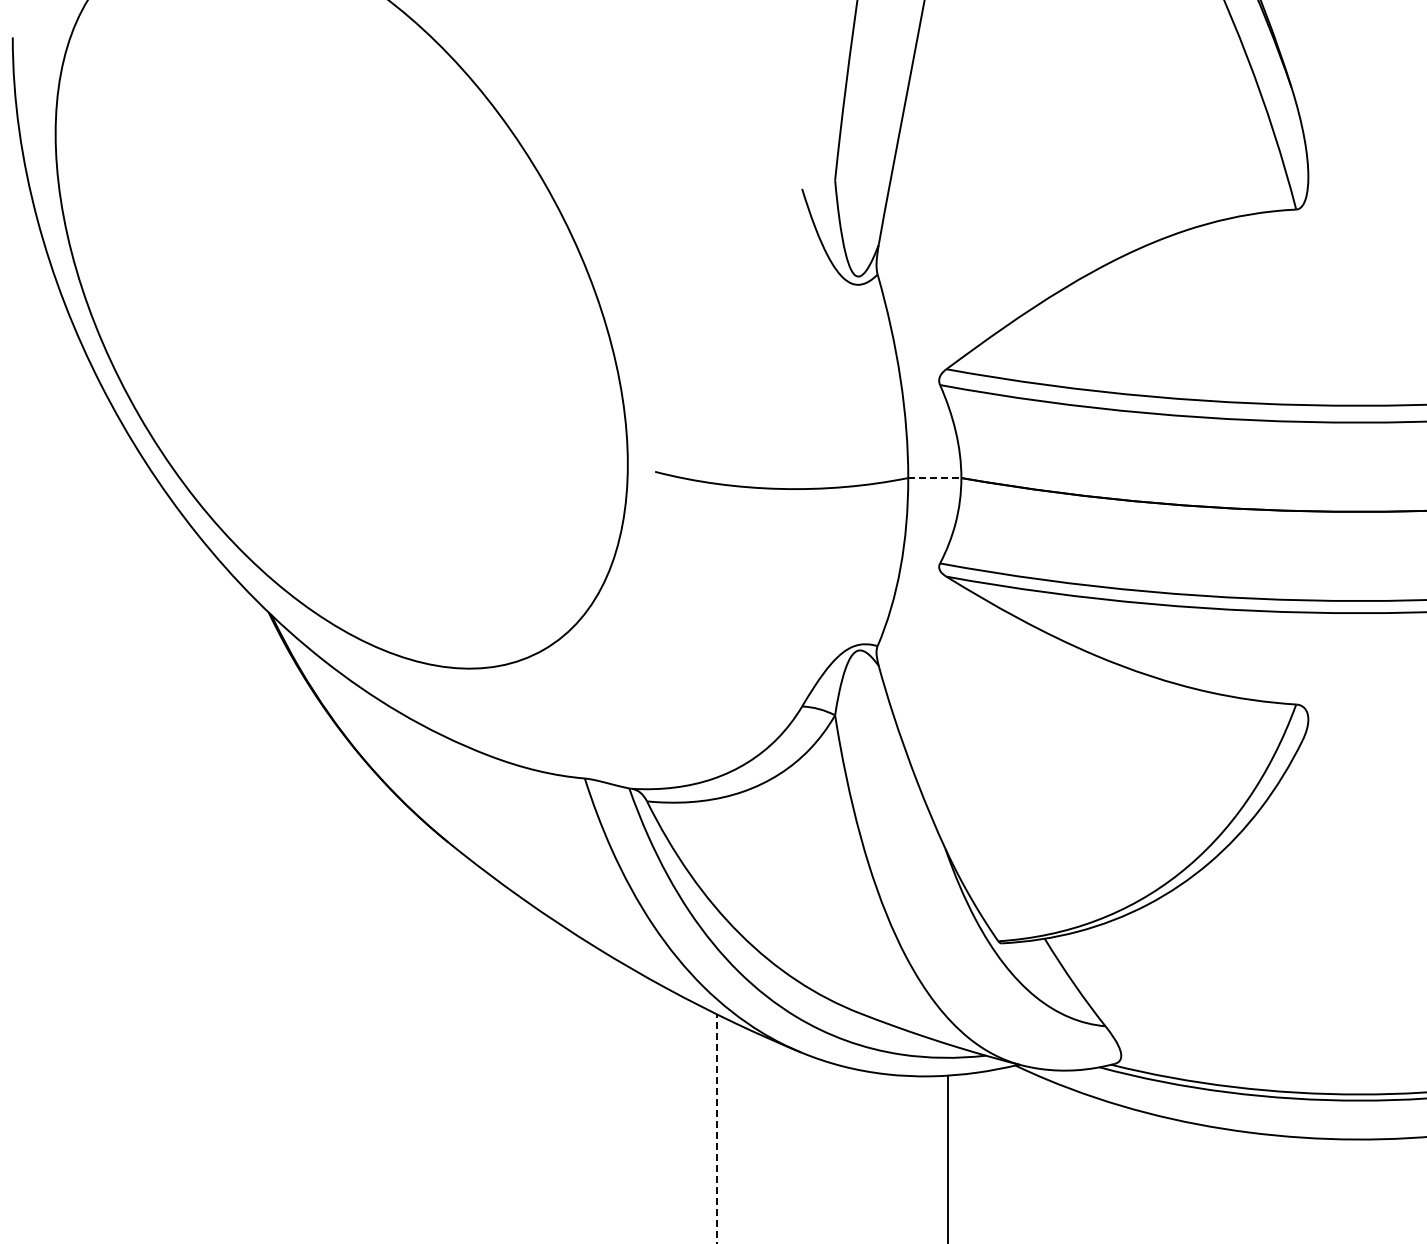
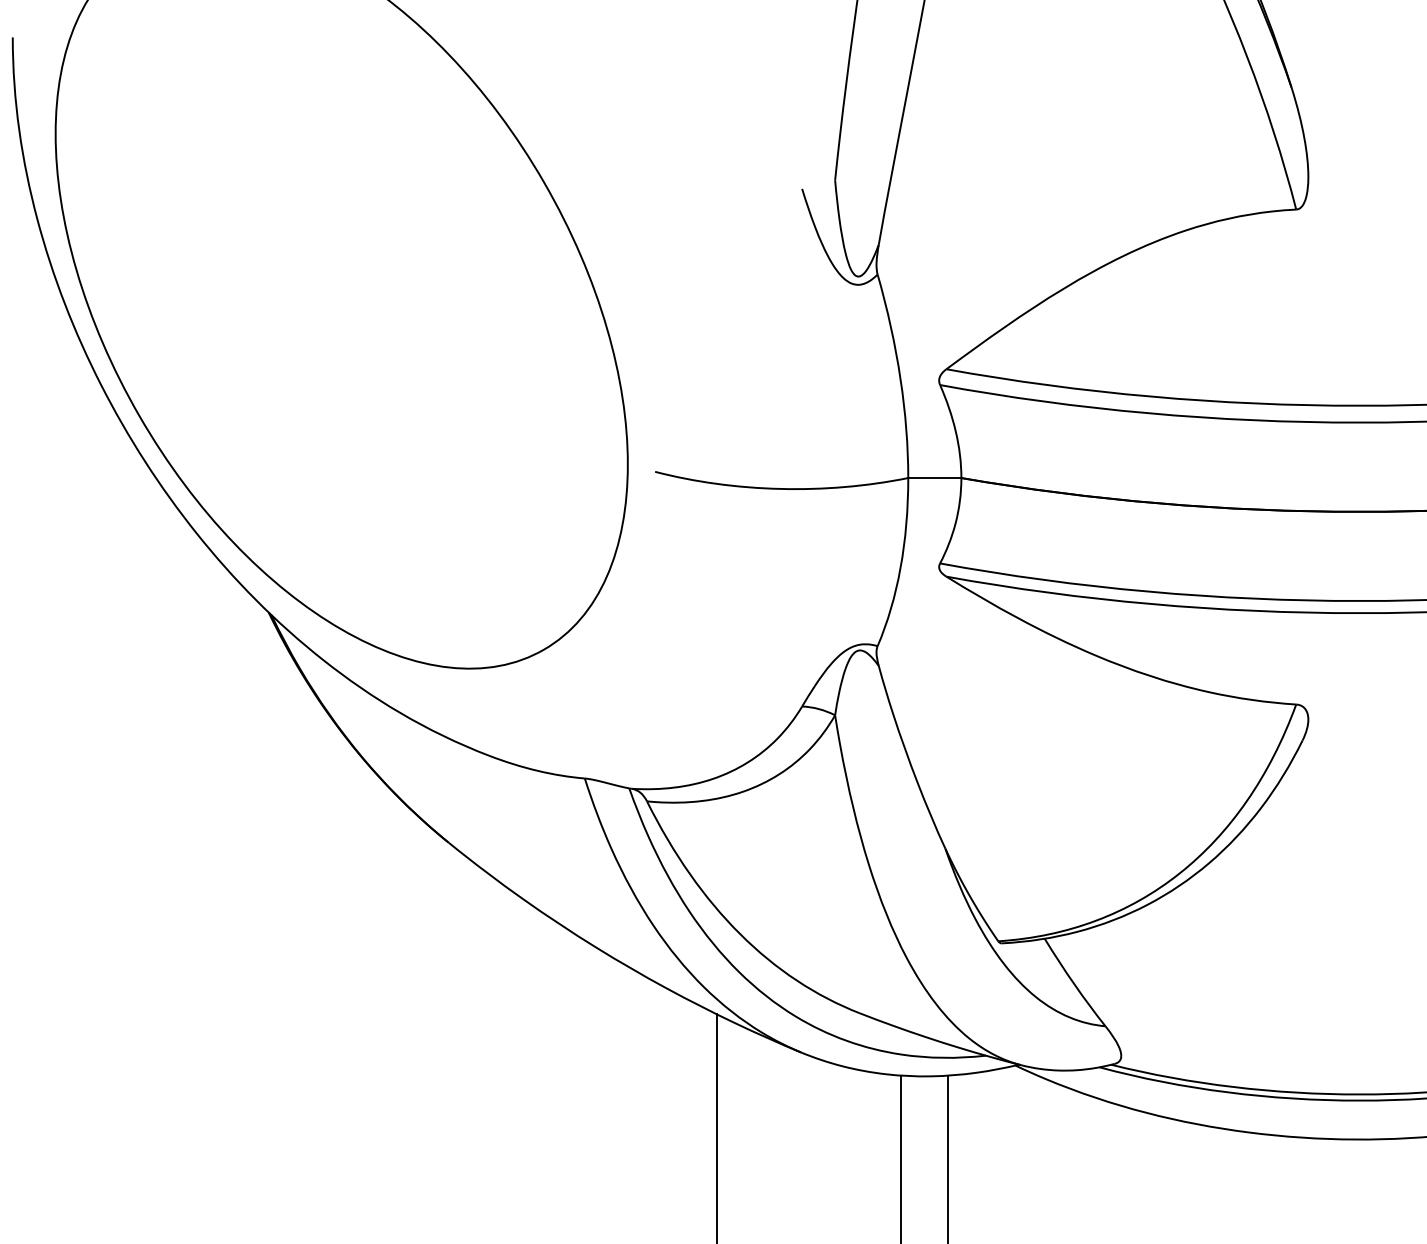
line at (934, 478): dashed -> solid
line at (716, 1128): dashed -> solid
line at (900, 1157): none -> present
